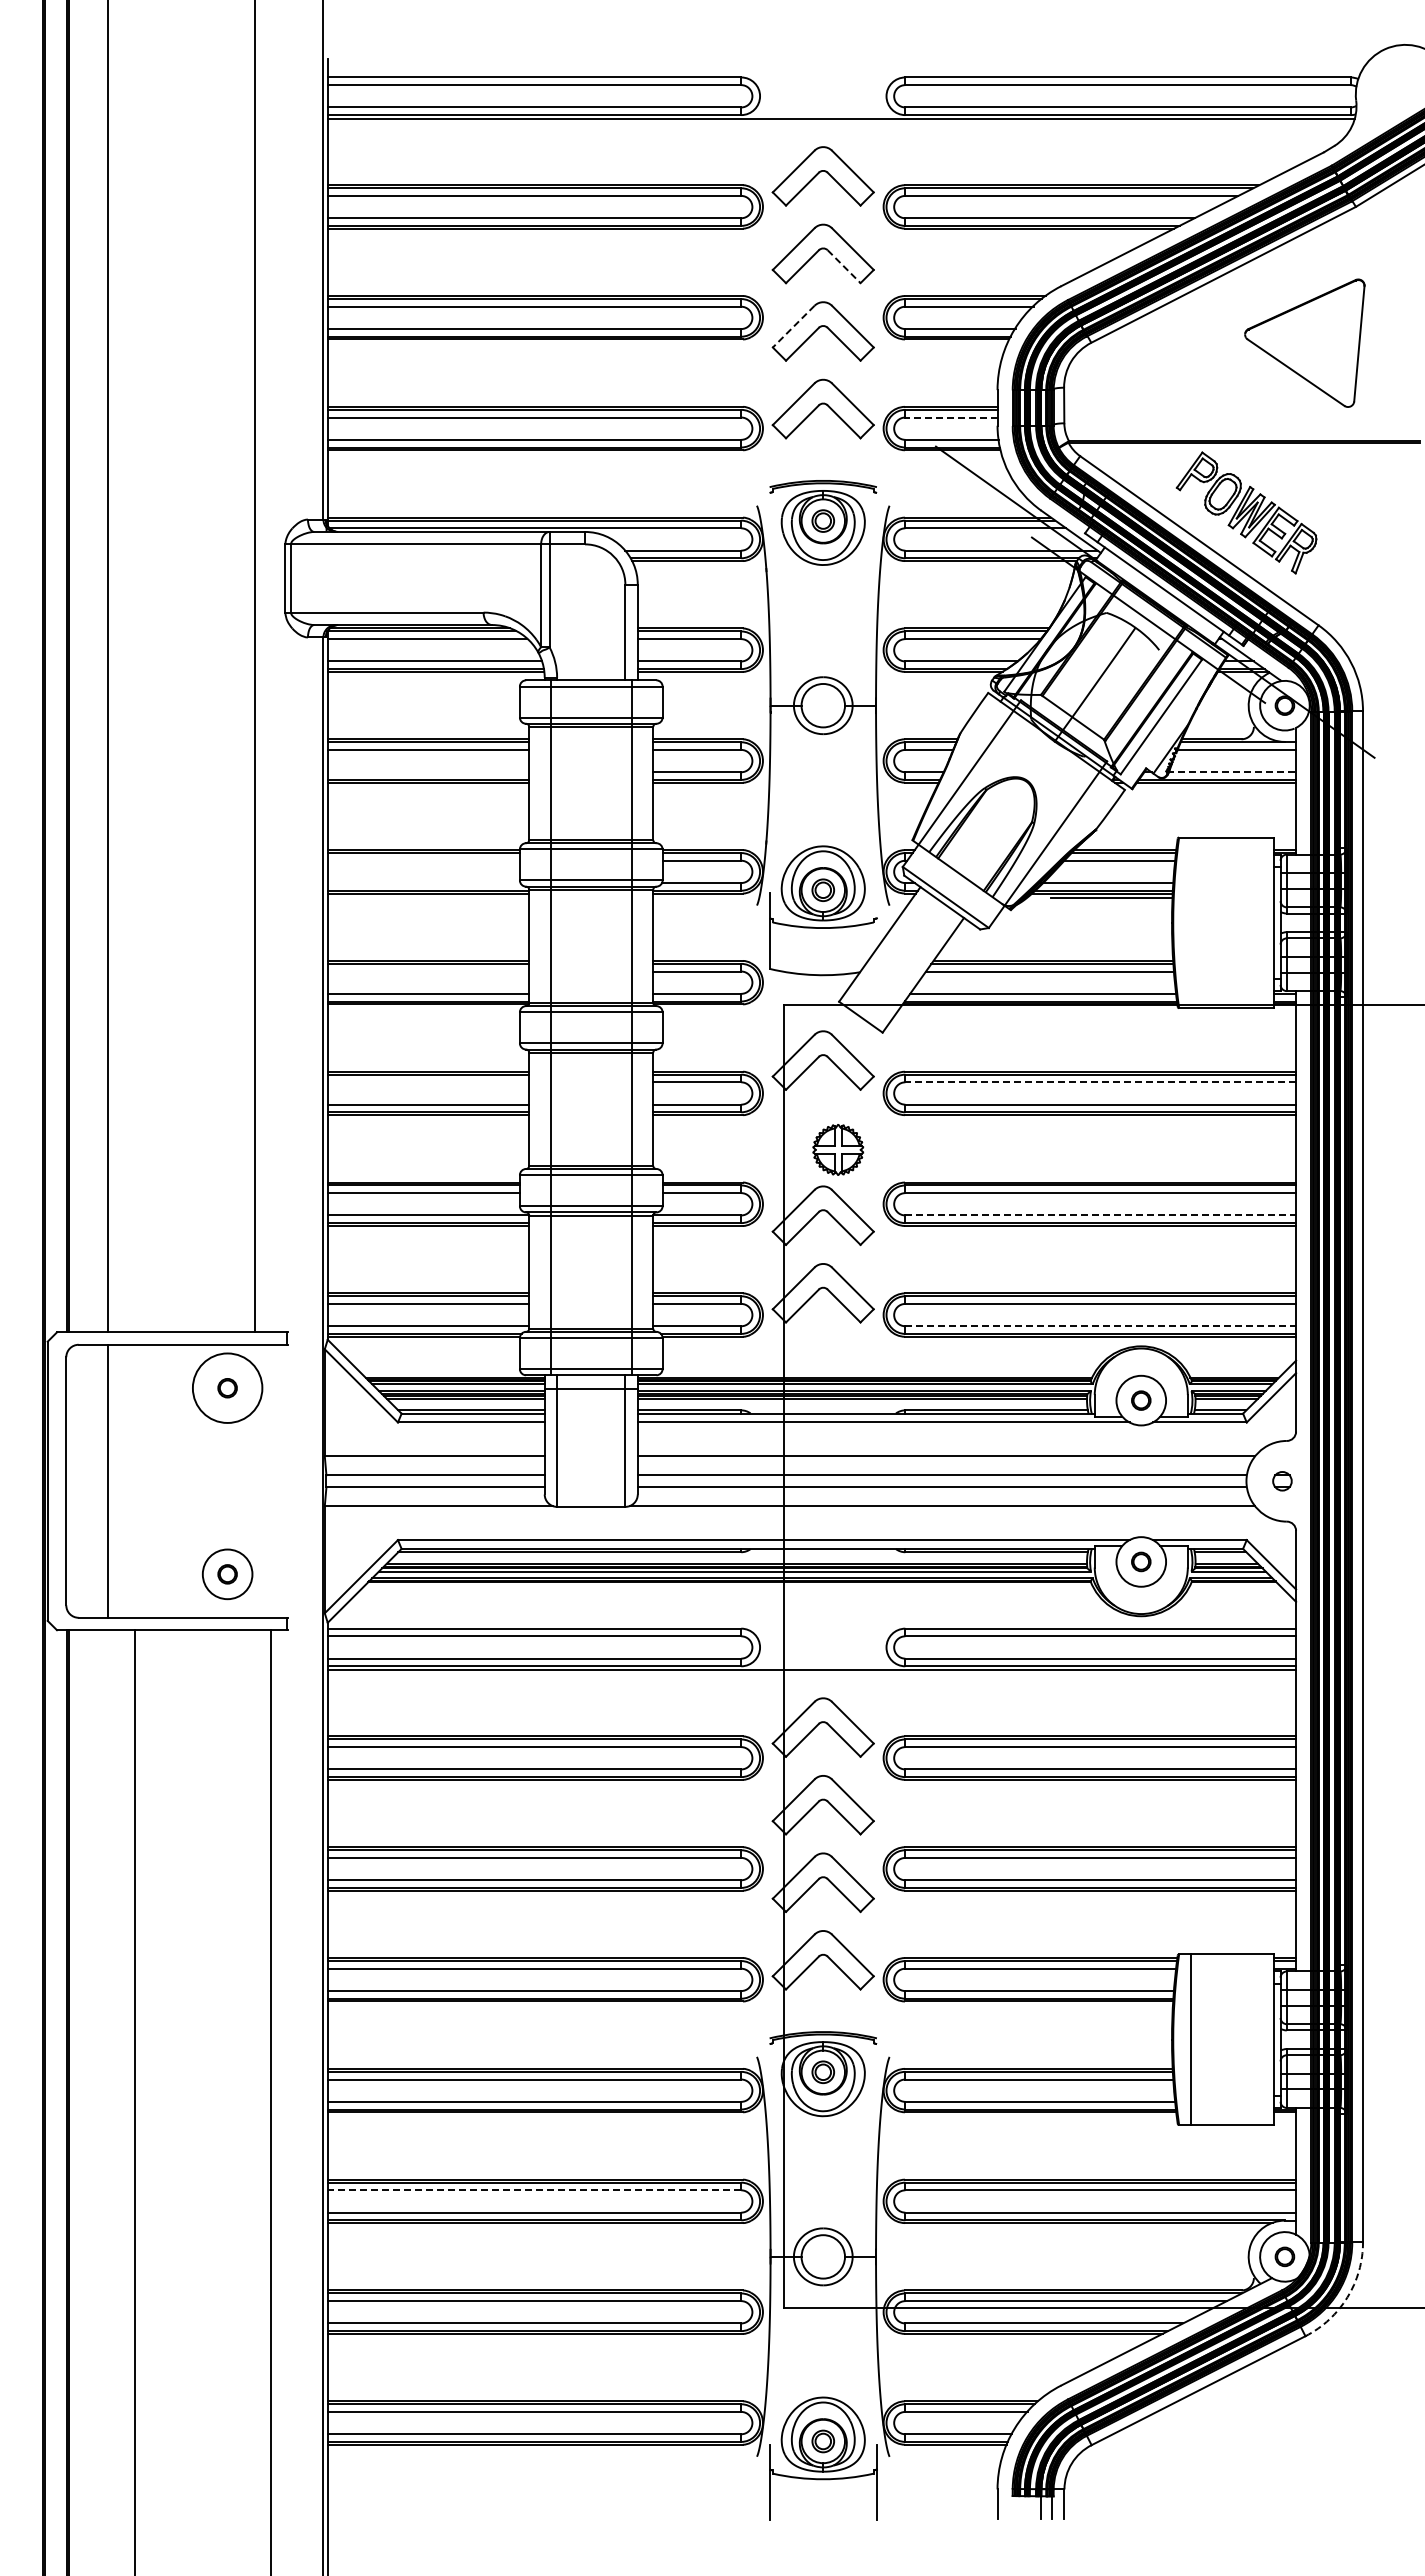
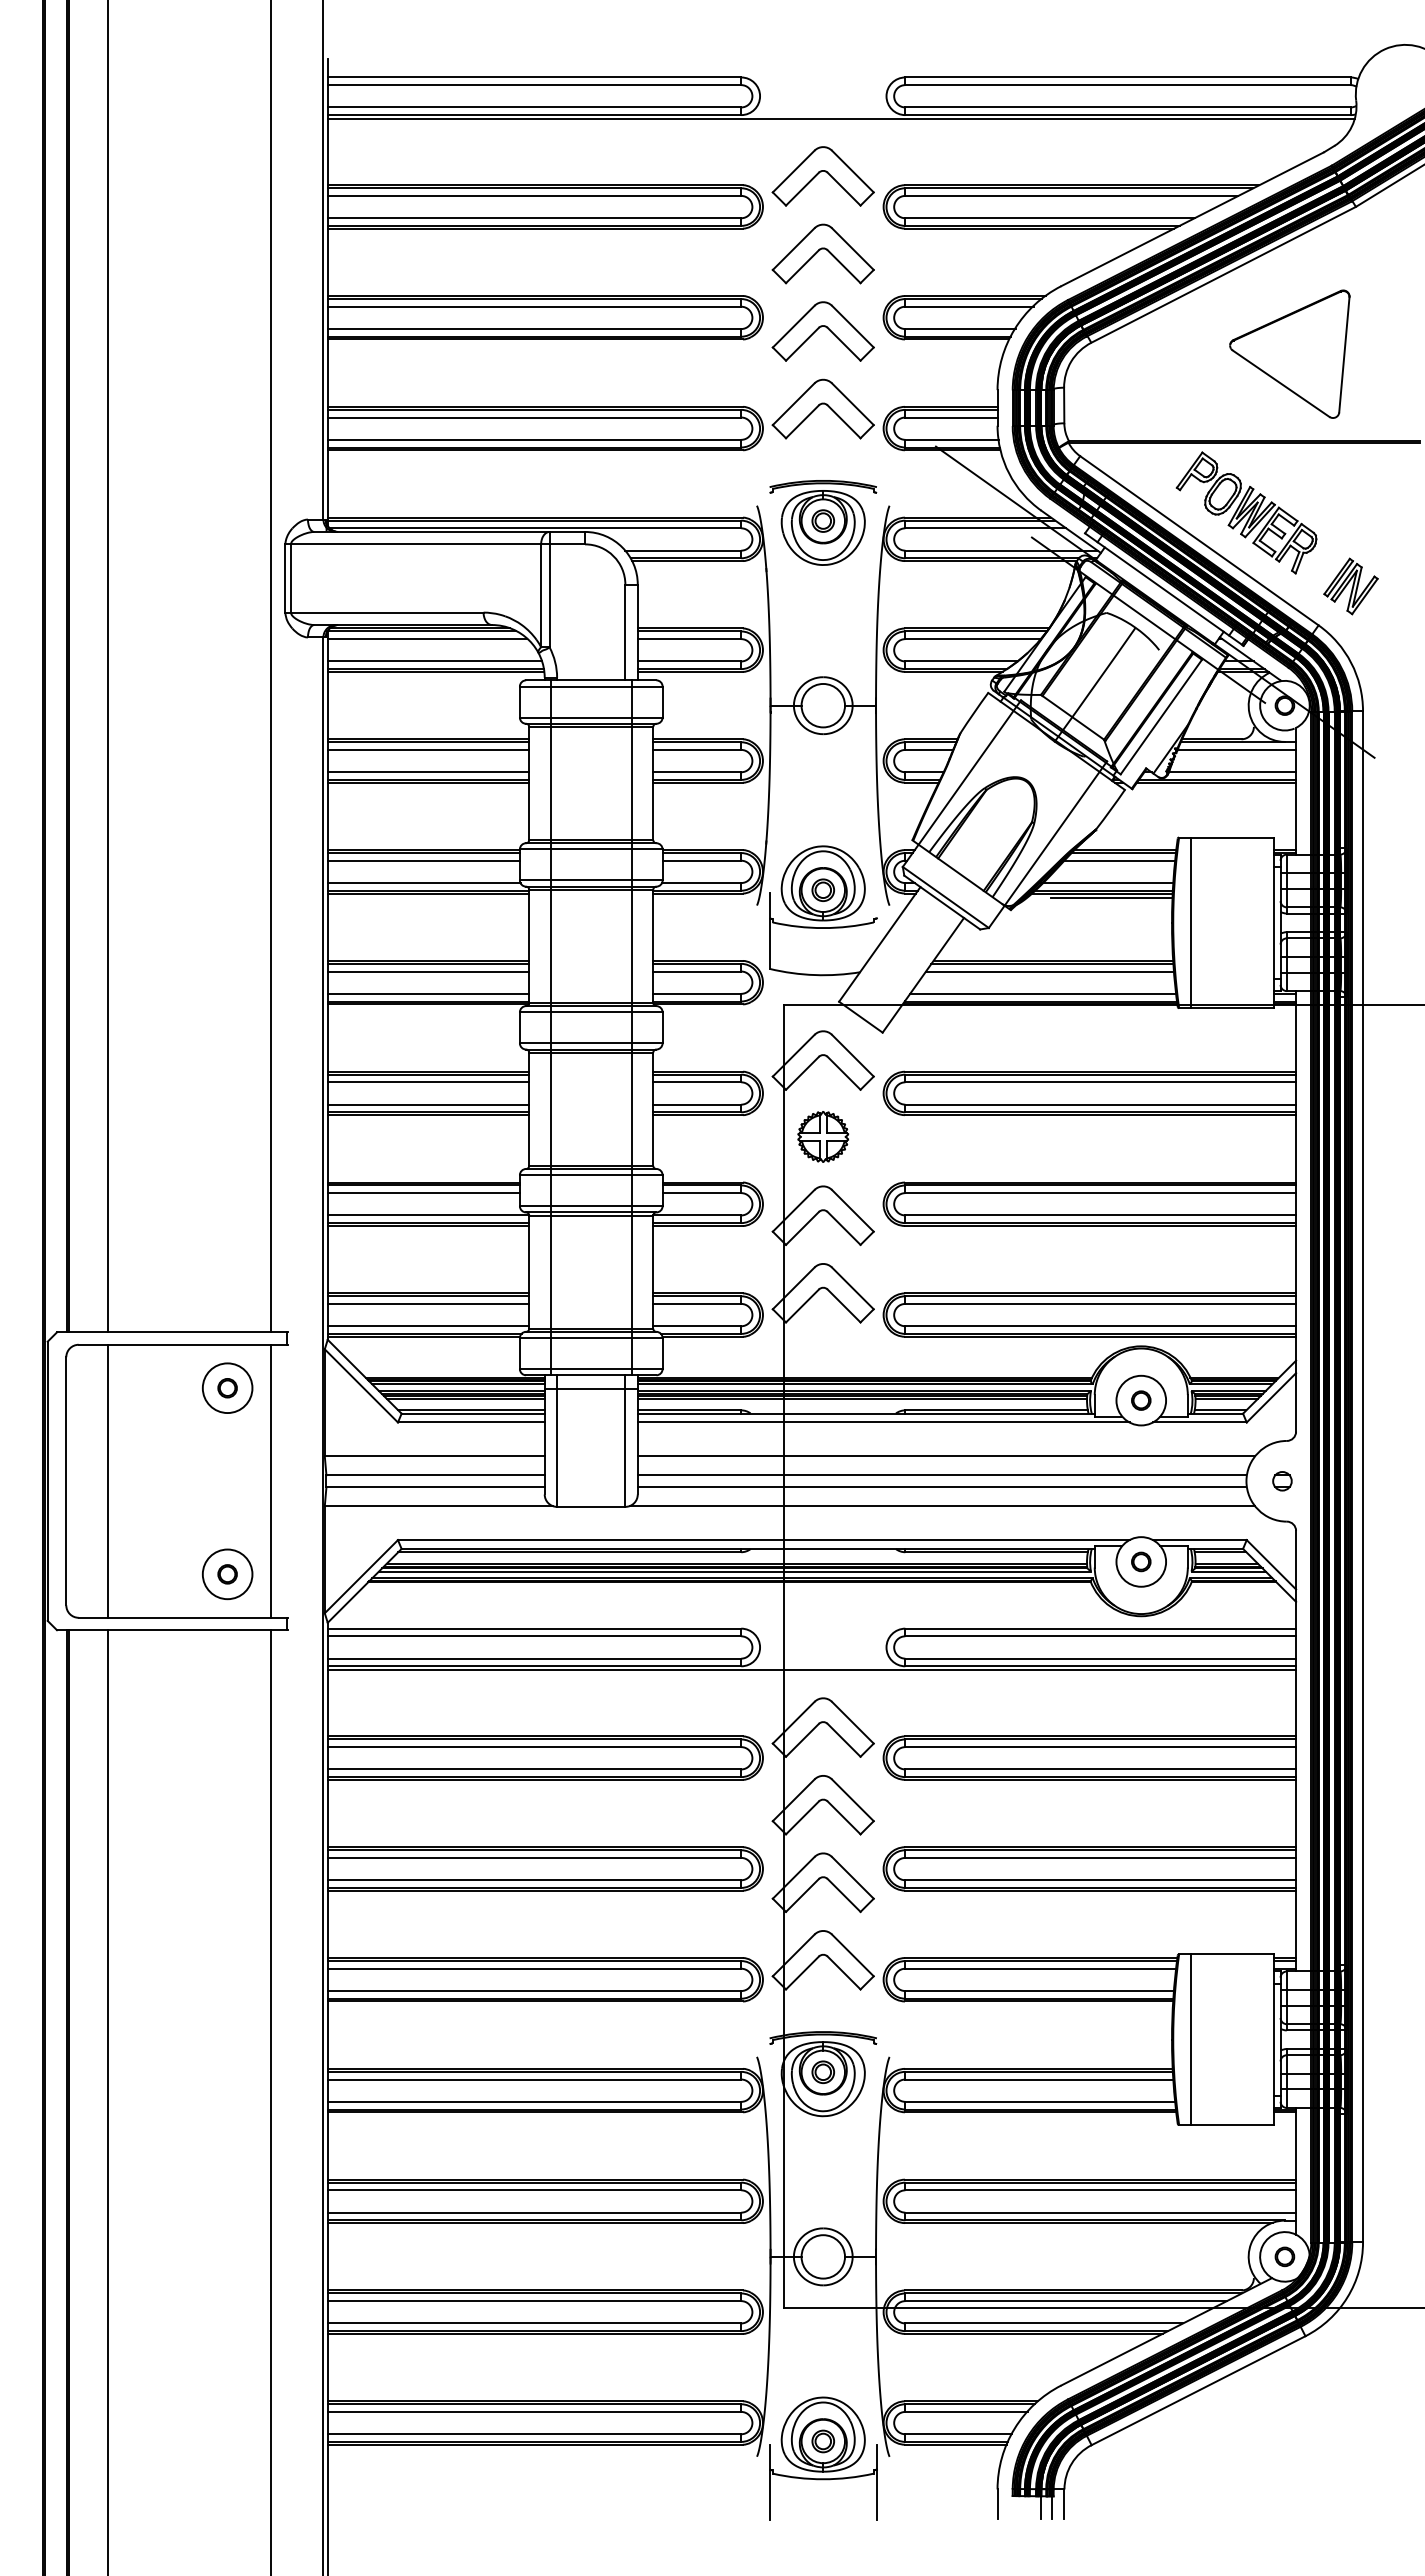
line at (844, 267): dashed -> solid
line at (793, 327): dashed -> solid
part at (1304, 342) position: (1304, 342) -> (1289, 353)
line at (950, 417): dashed -> solid
part at (1350, 586): none -> present
line at (254, 667) position: (254, 667) -> (270, 667)
line at (428, 772): none -> present
line at (1231, 772): dashed -> solid
line at (423, 860): none -> present
line at (423, 883): none -> present
line at (1190, 922): none -> present
line at (428, 971): none -> present
line at (428, 1082): none -> present
line at (1100, 1082): dashed -> solid
part at (838, 1149) position: (838, 1149) -> (823, 1136)
line at (1101, 1215): dashed -> solid
line at (1101, 1326): dashed -> solid
circle at (227, 1387) diameter: 69 px -> 50 px
line at (270, 1480): none -> present
line at (134, 2101) position: (134, 2101) -> (107, 2101)
line at (534, 2190): dashed -> solid
arc at (1347, 2297): dashed -> solid
